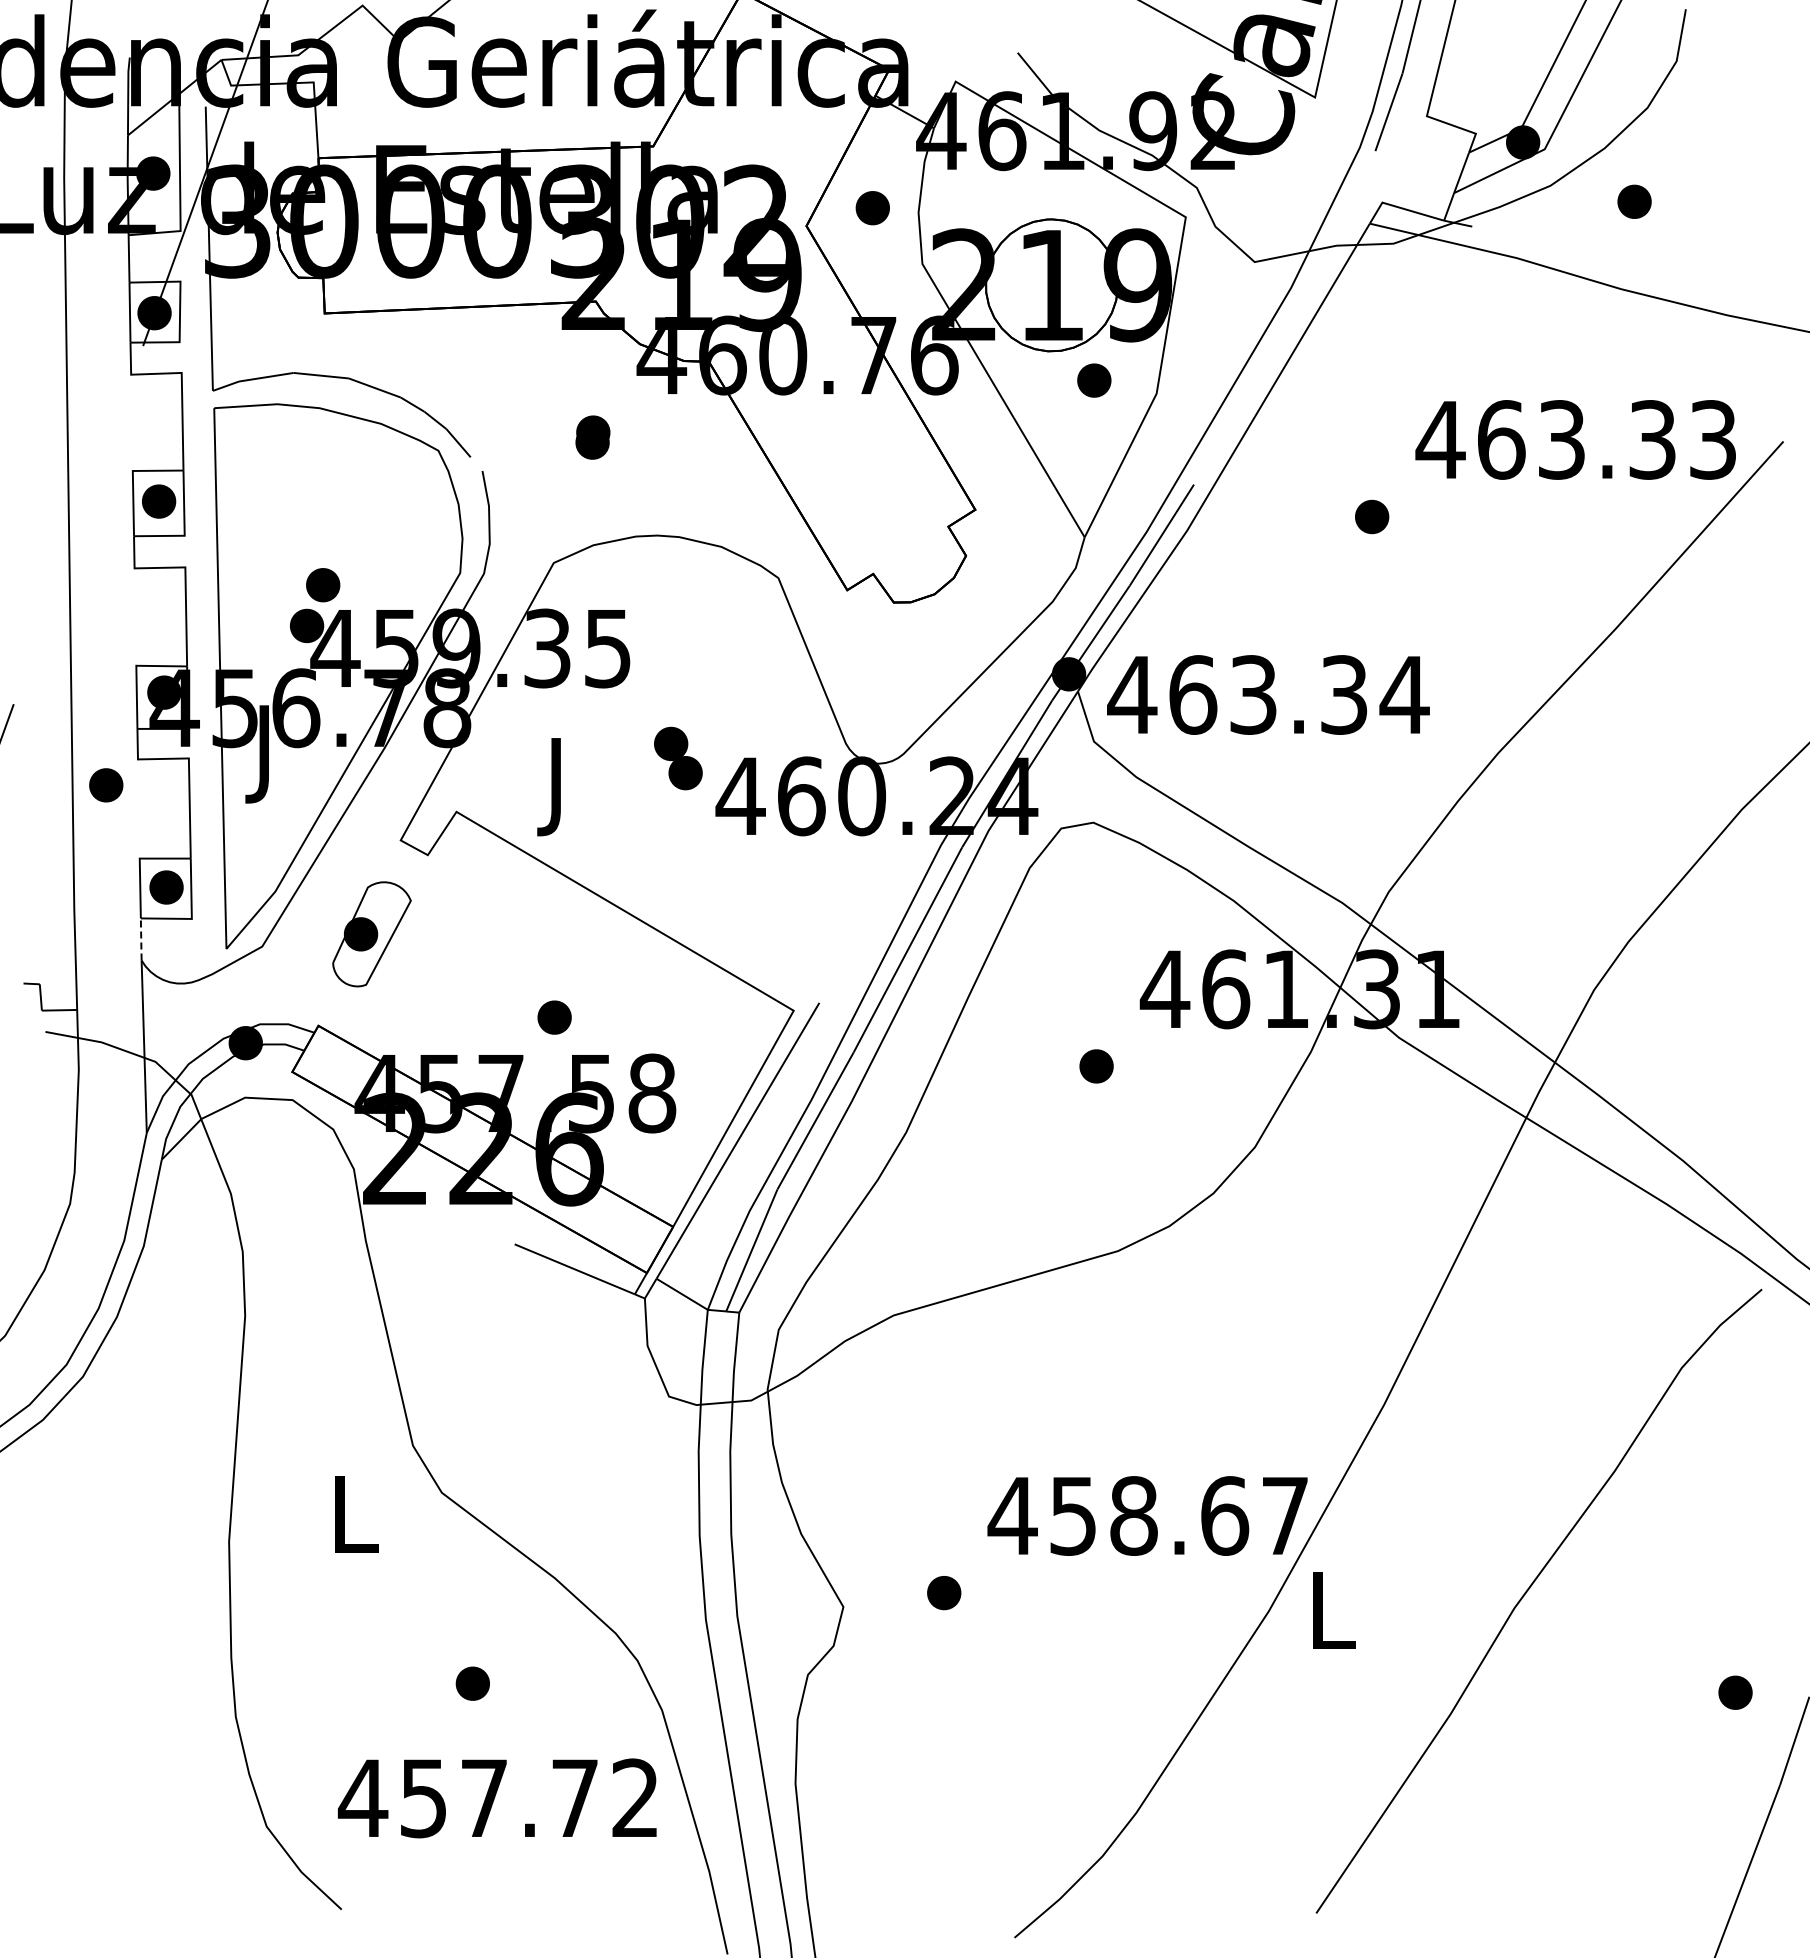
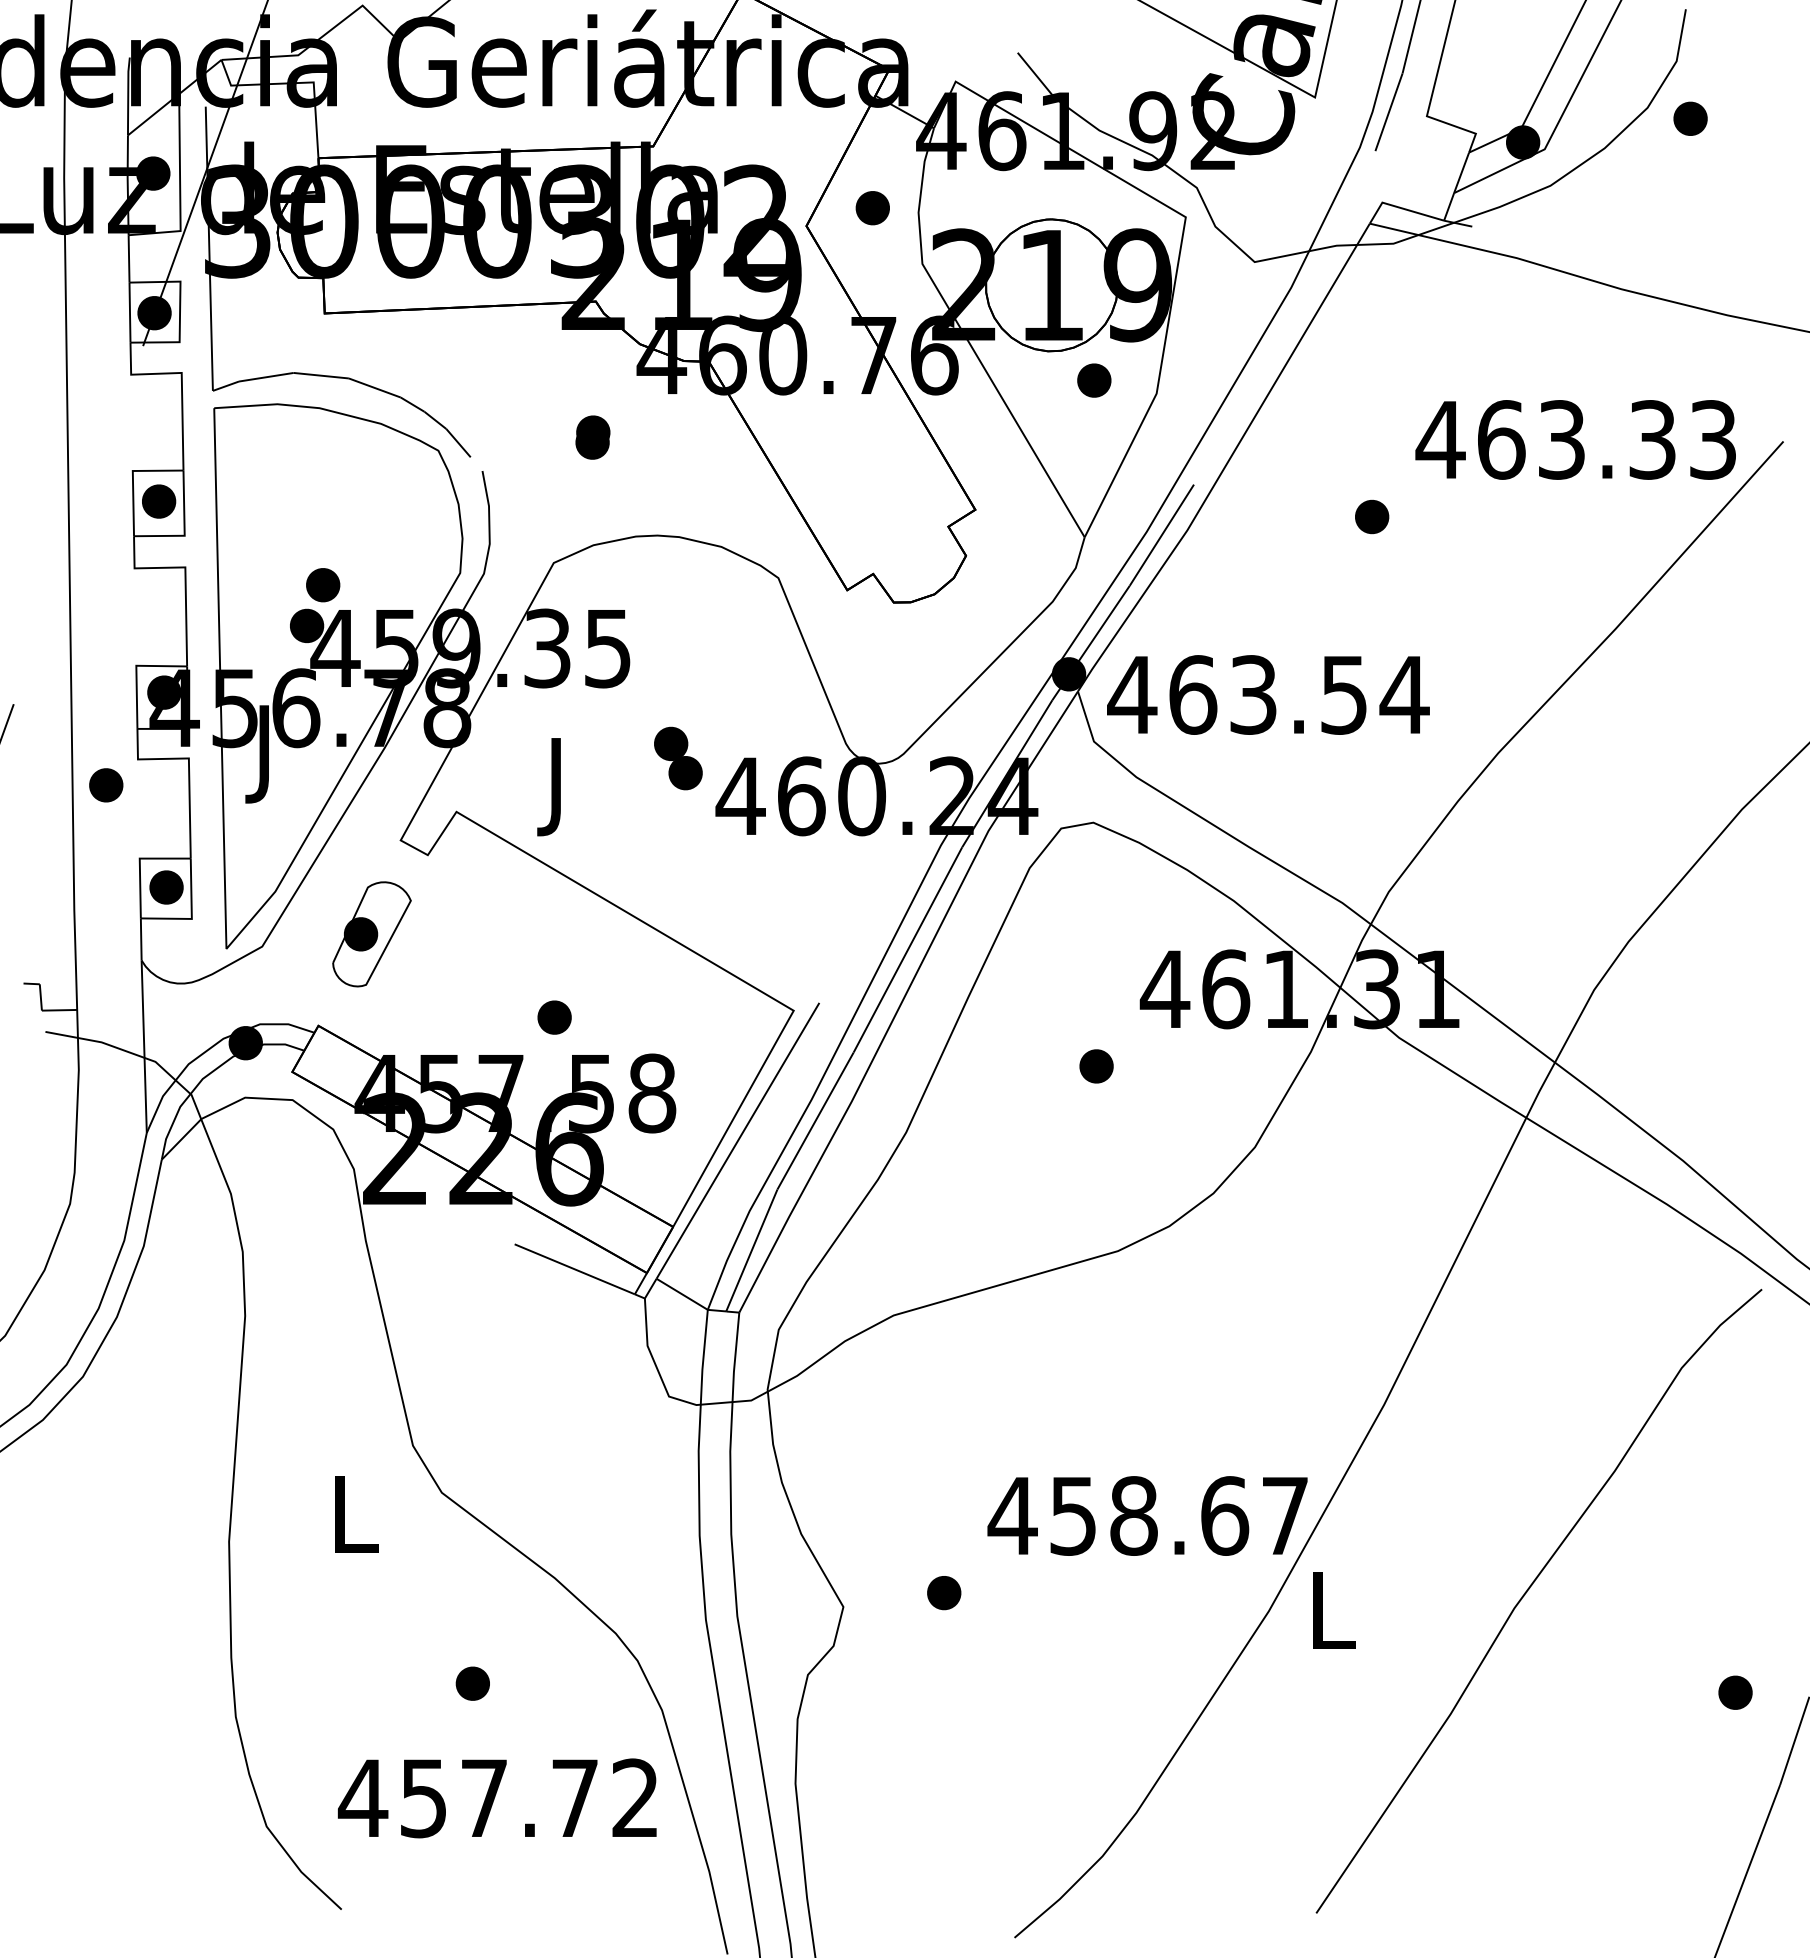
part at (1634, 201) position: (1634, 201) -> (1690, 118)
text at (1344, 694): 463.34 -> 463.54
line at (141, 938): dashed -> solid
